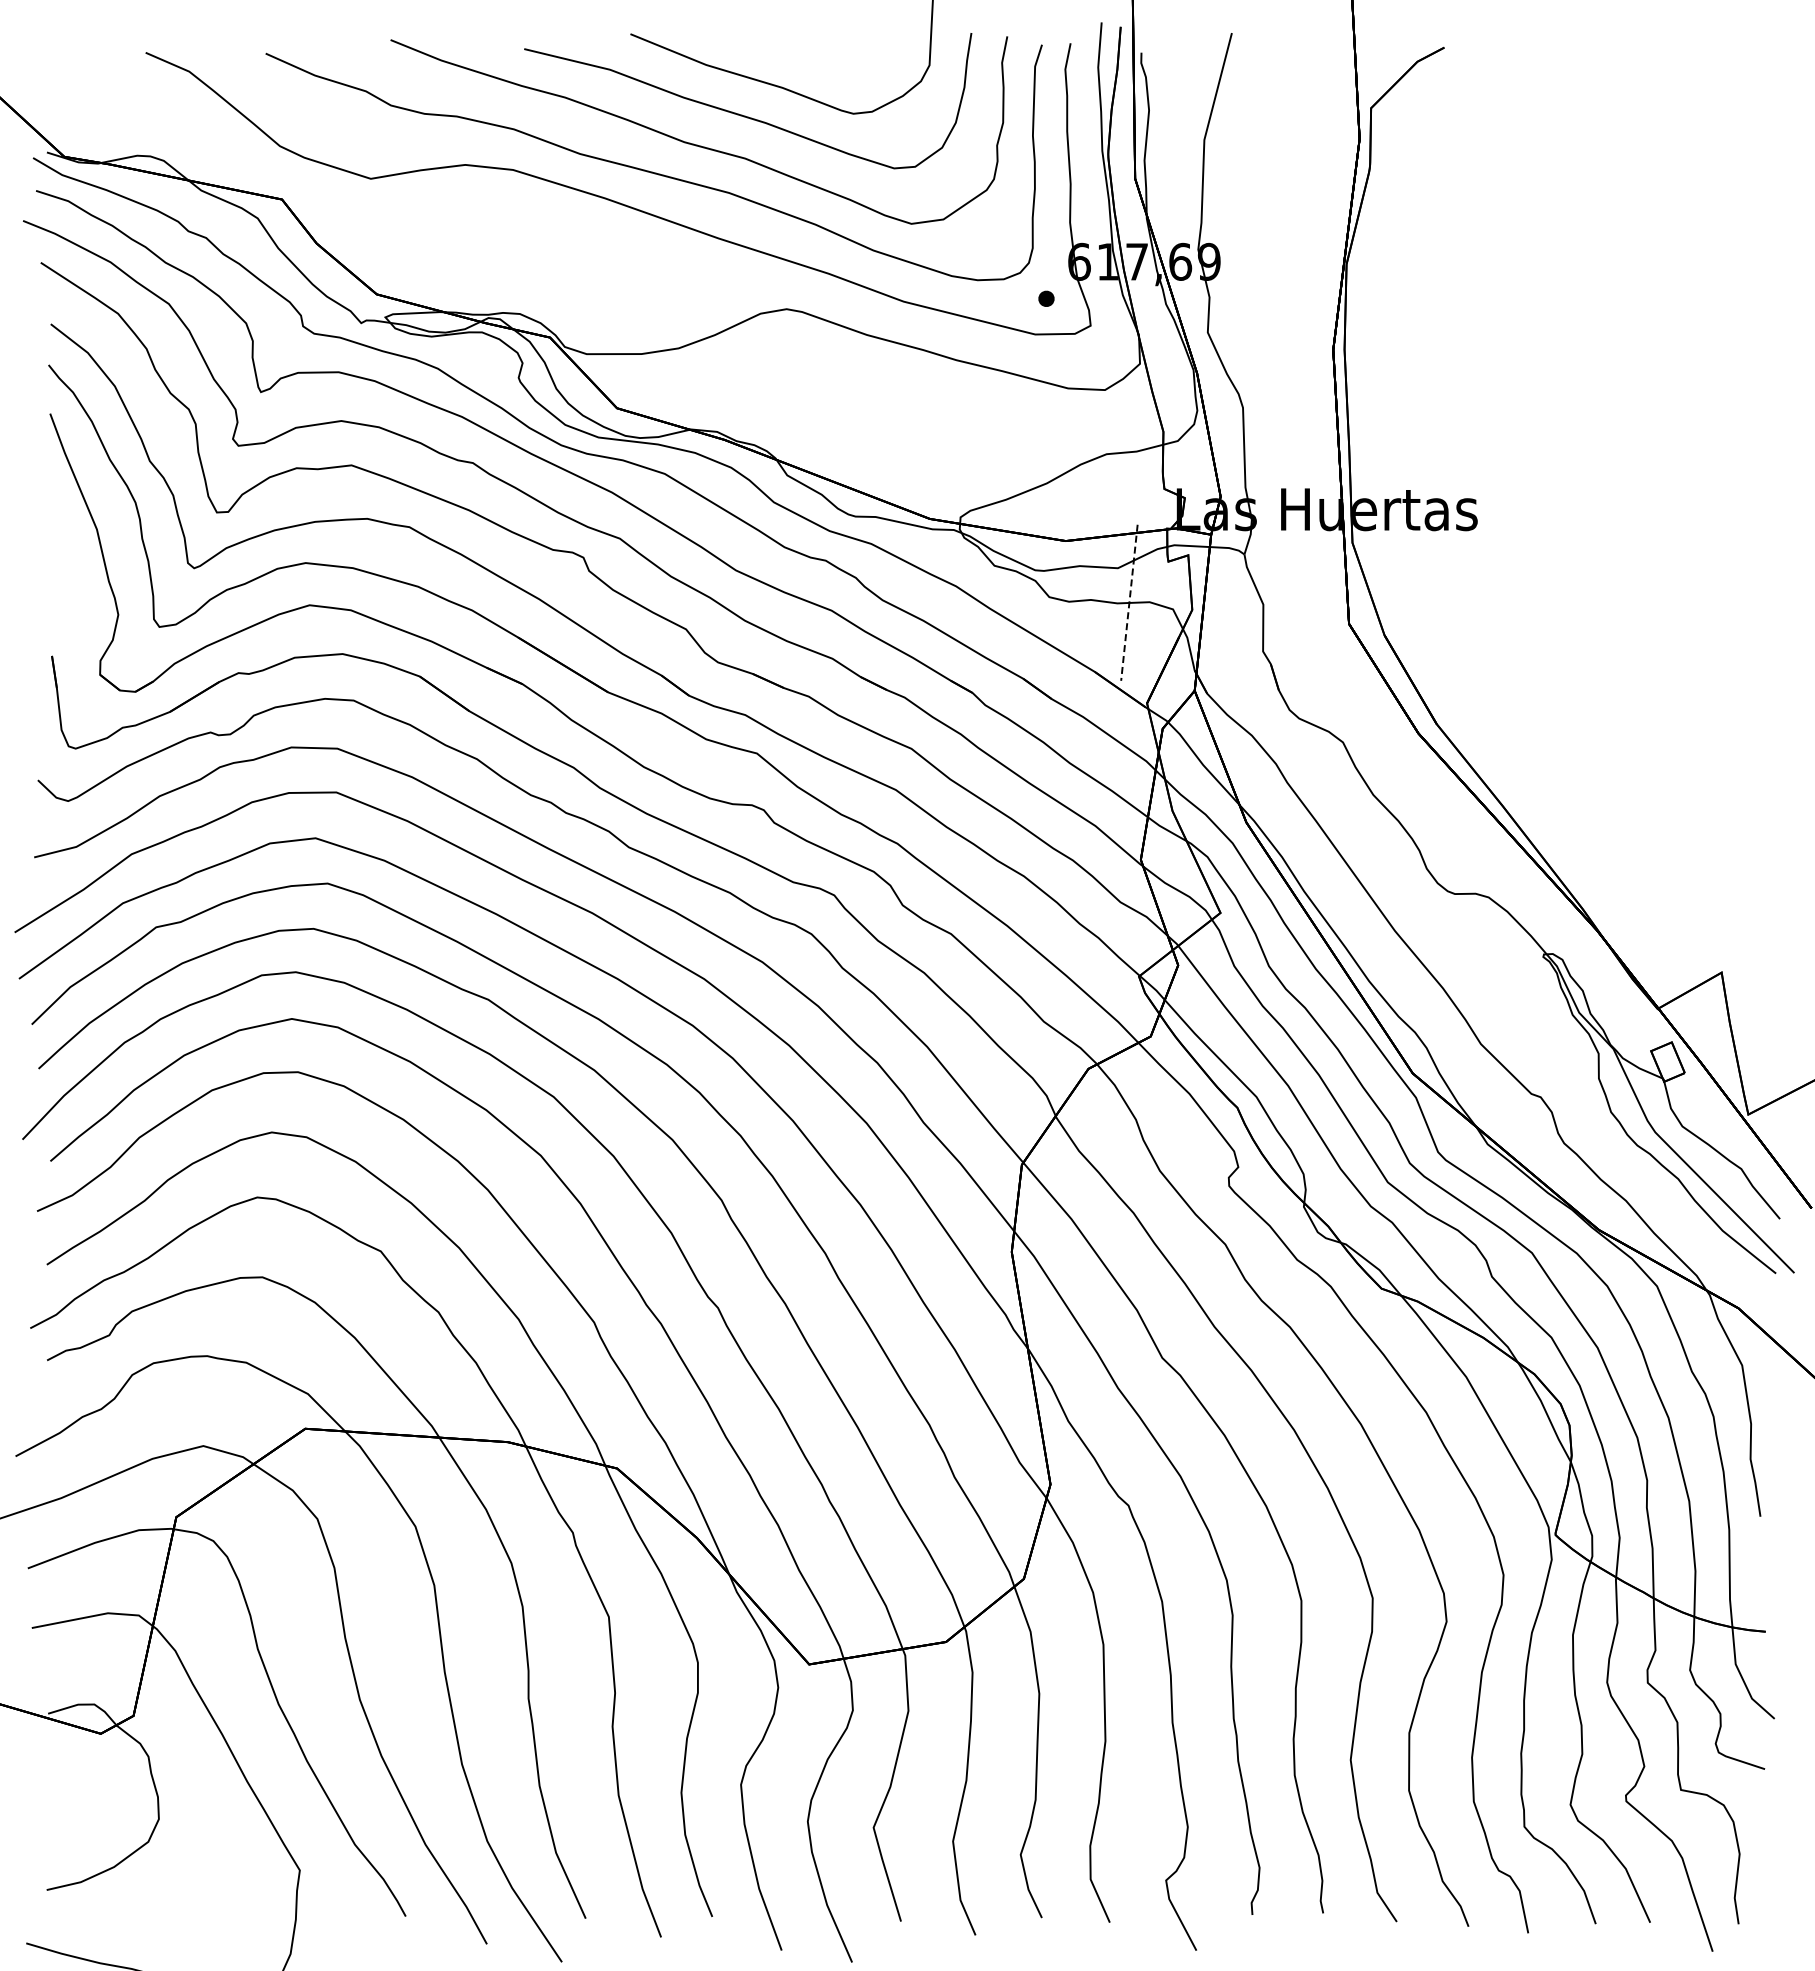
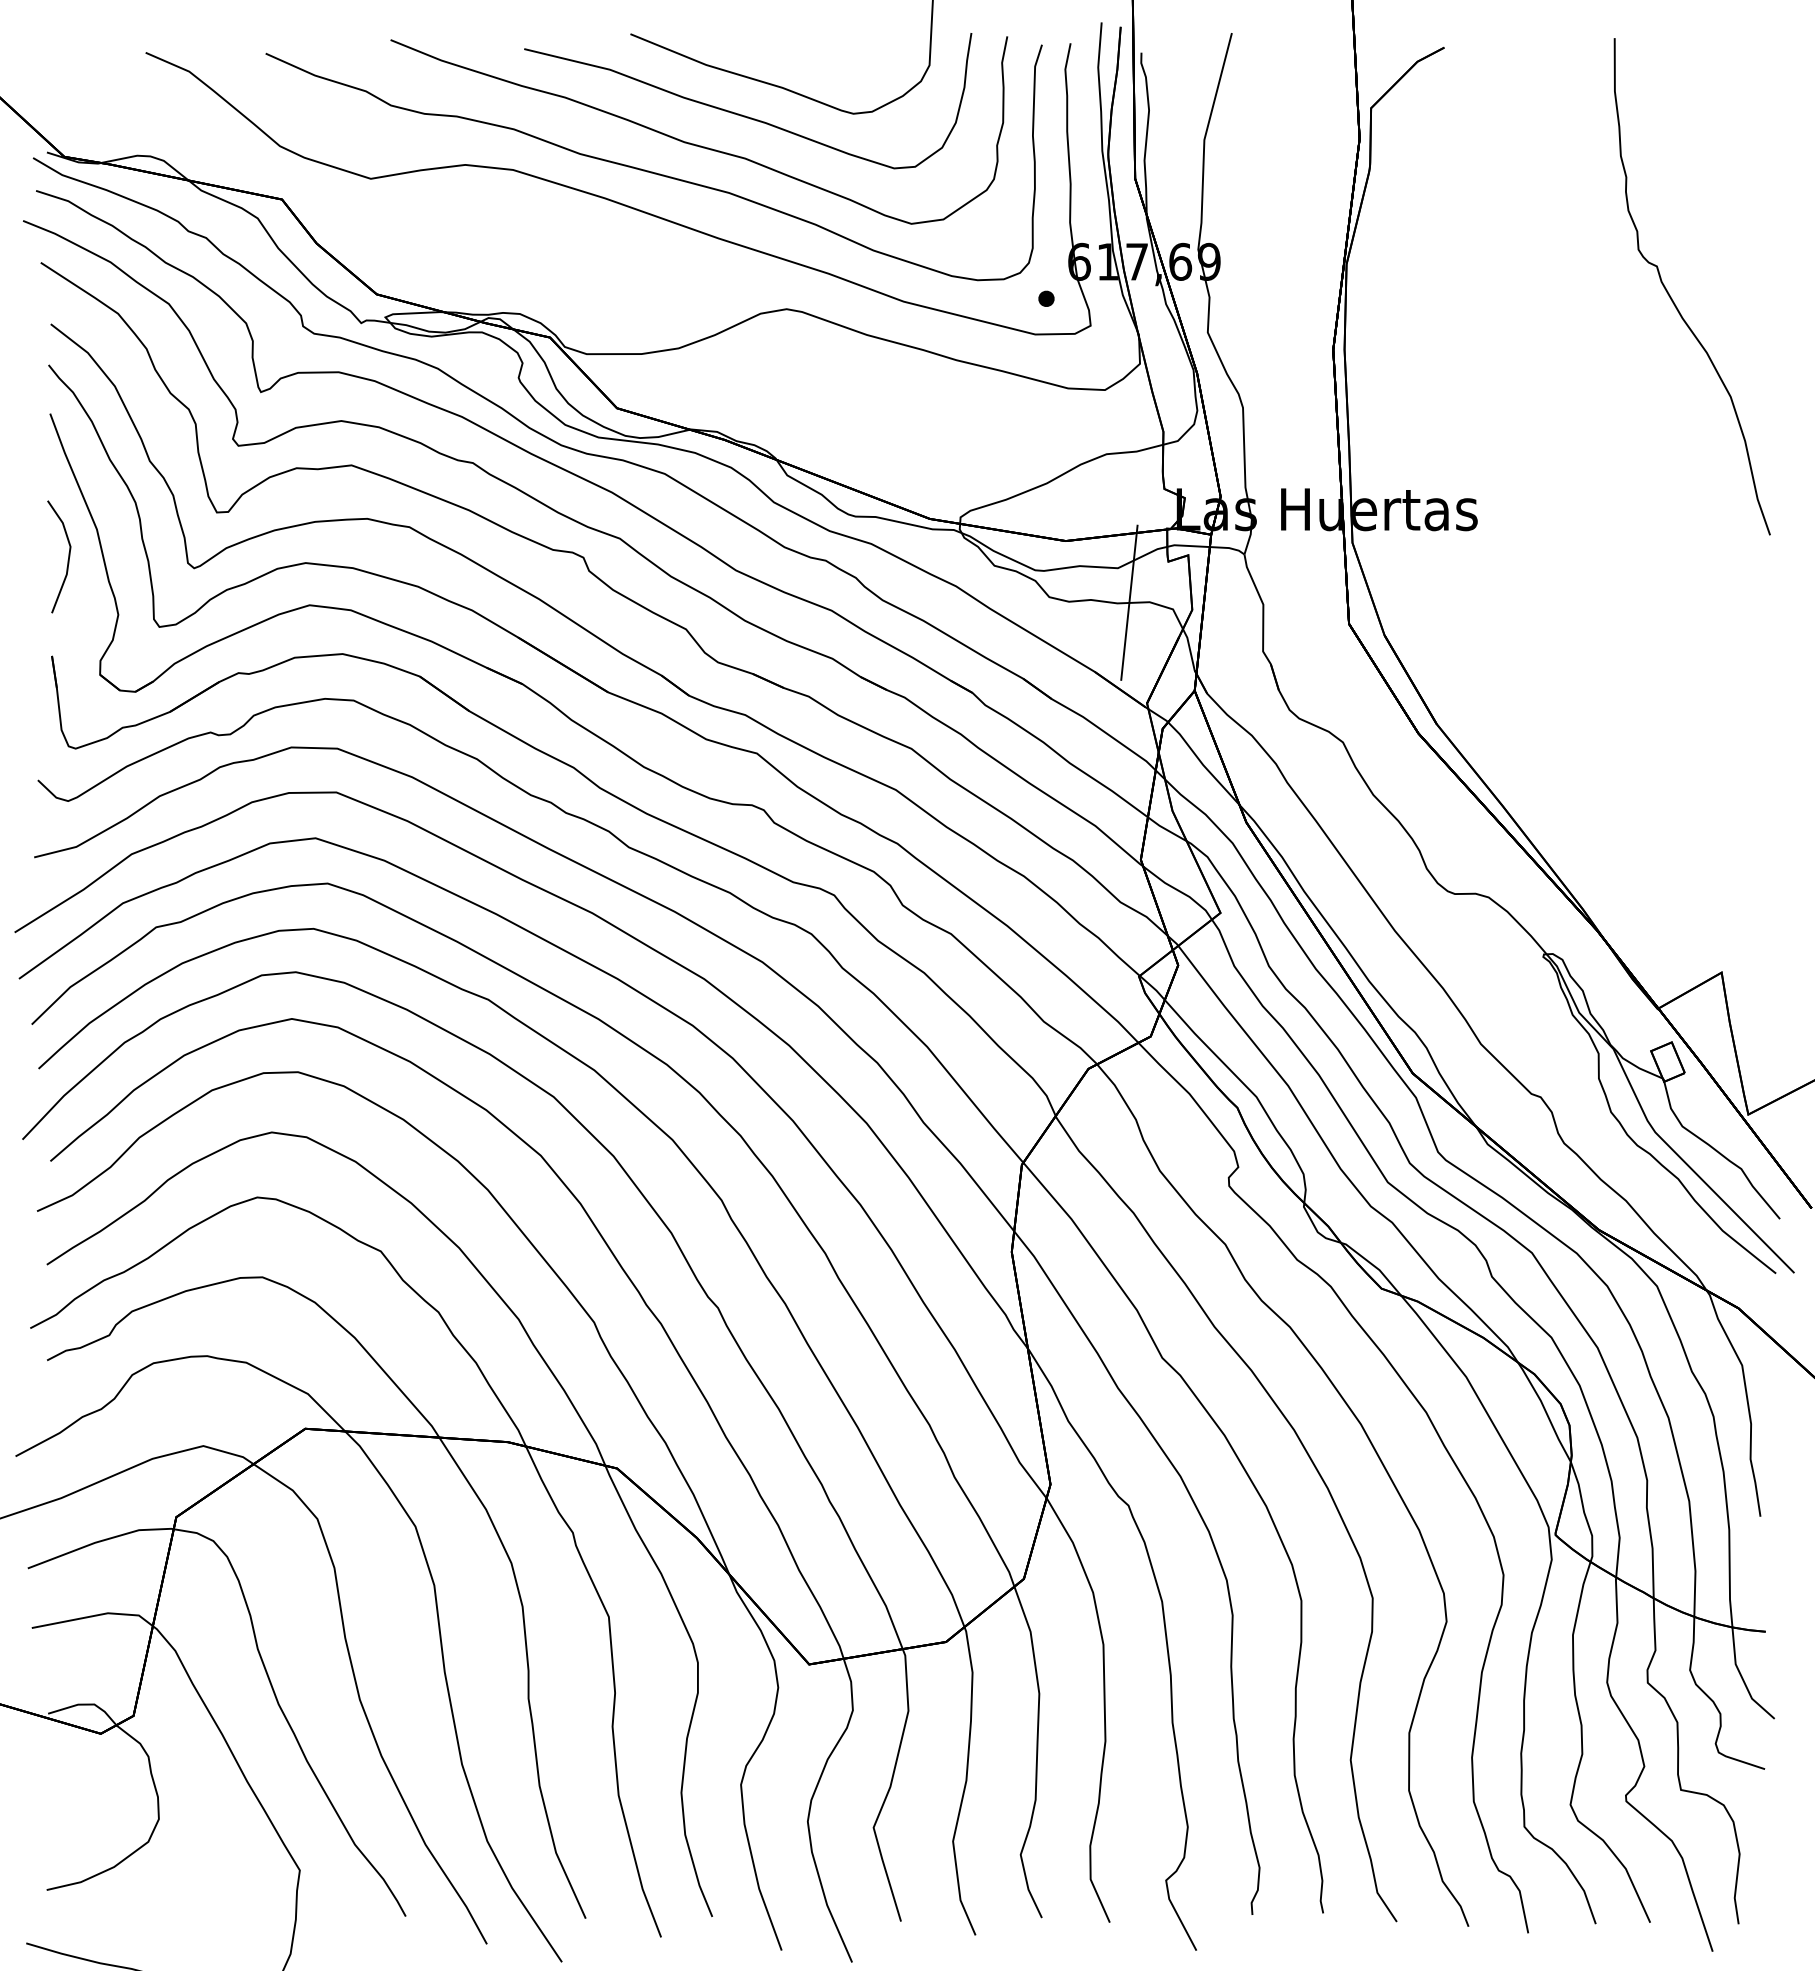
curve at (1672, 298): none -> present
line at (67, 560): none -> present
line at (1129, 603): dashed -> solid
